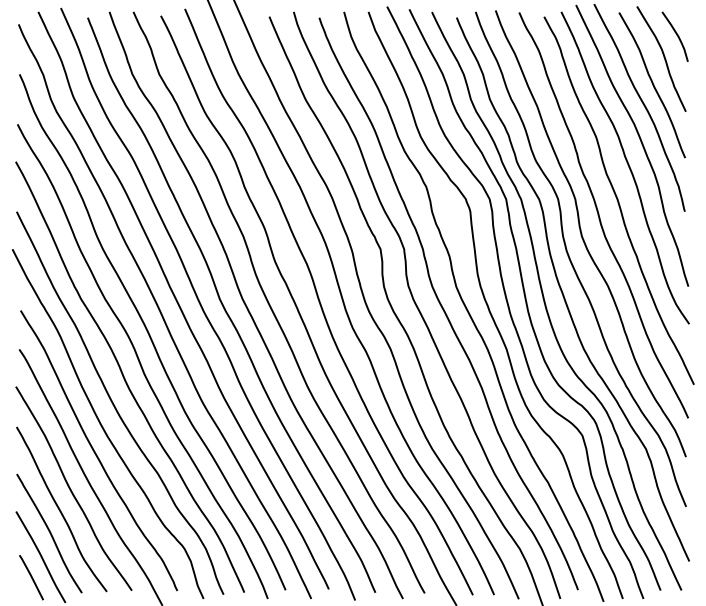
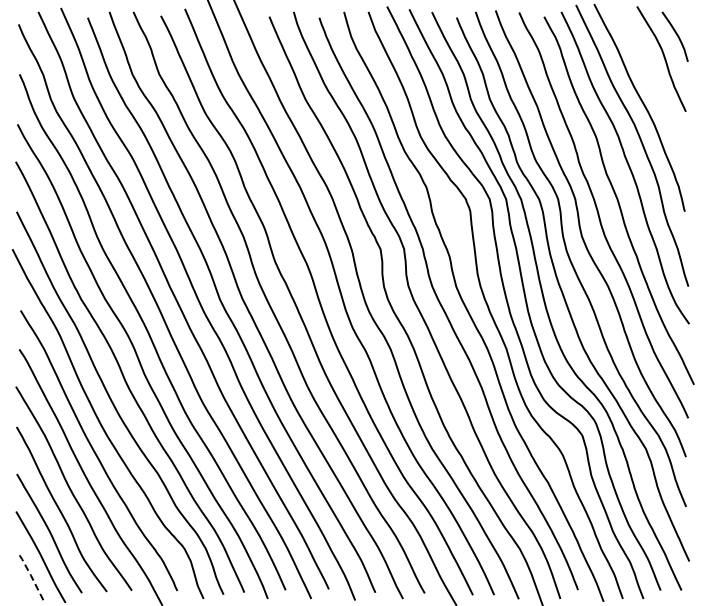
curve at (652, 85): present -> none
line at (31, 576): solid -> dashed
